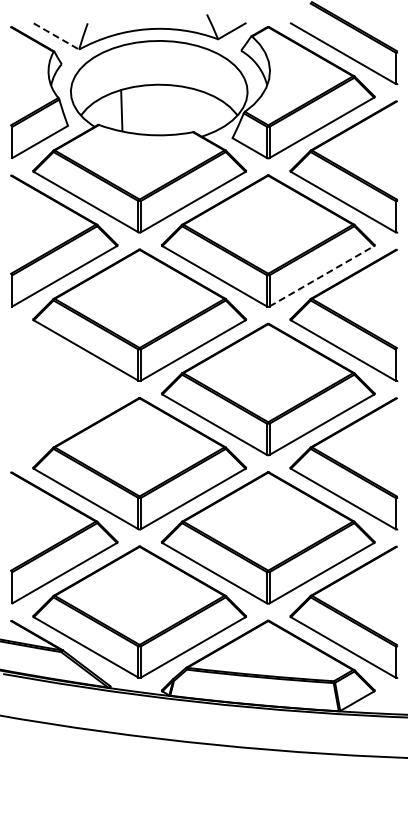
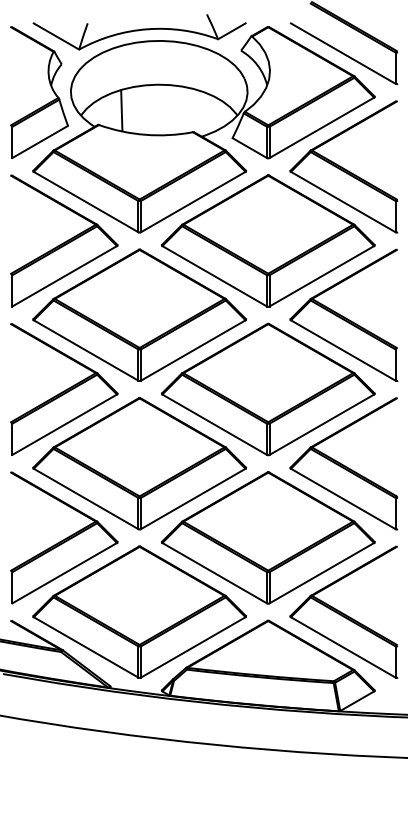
line at (56, 36): dashed -> solid
line at (322, 276): dashed -> solid
part at (64, 389): none -> present
